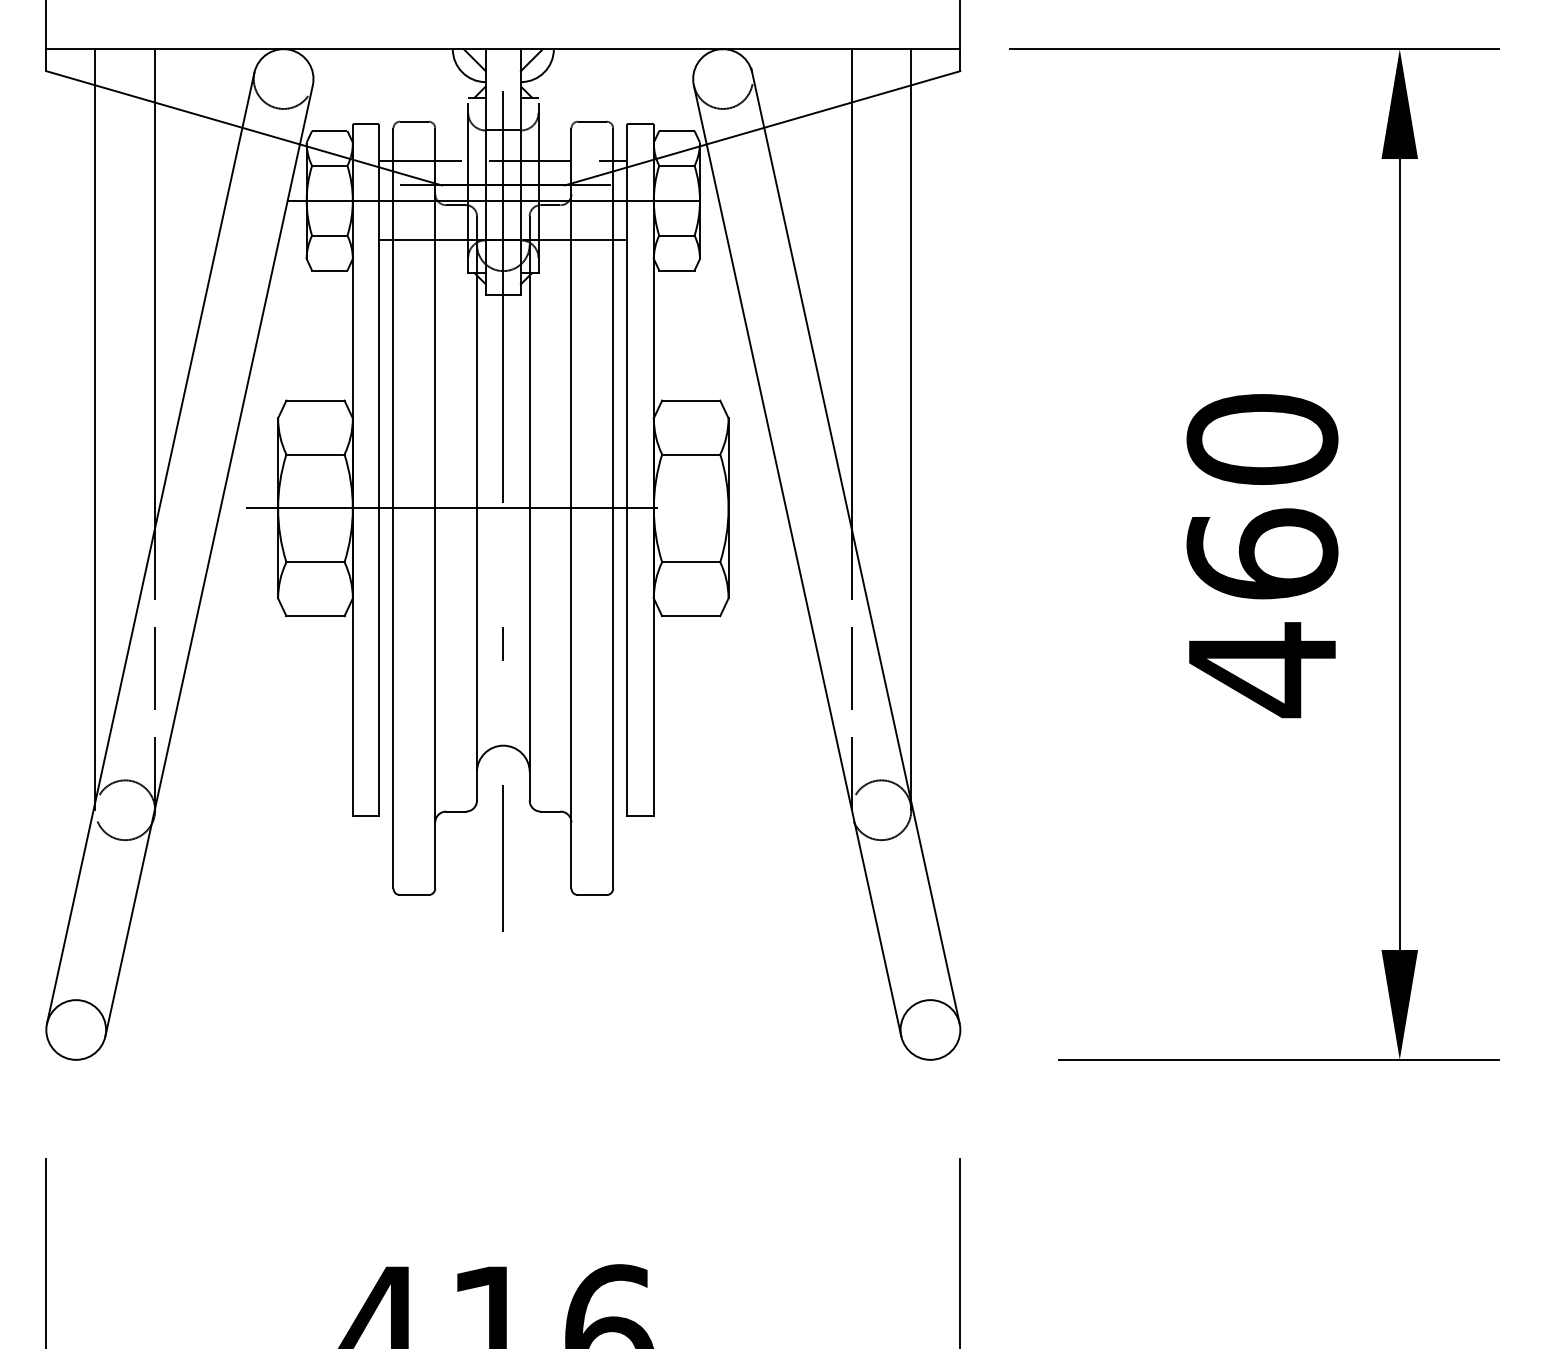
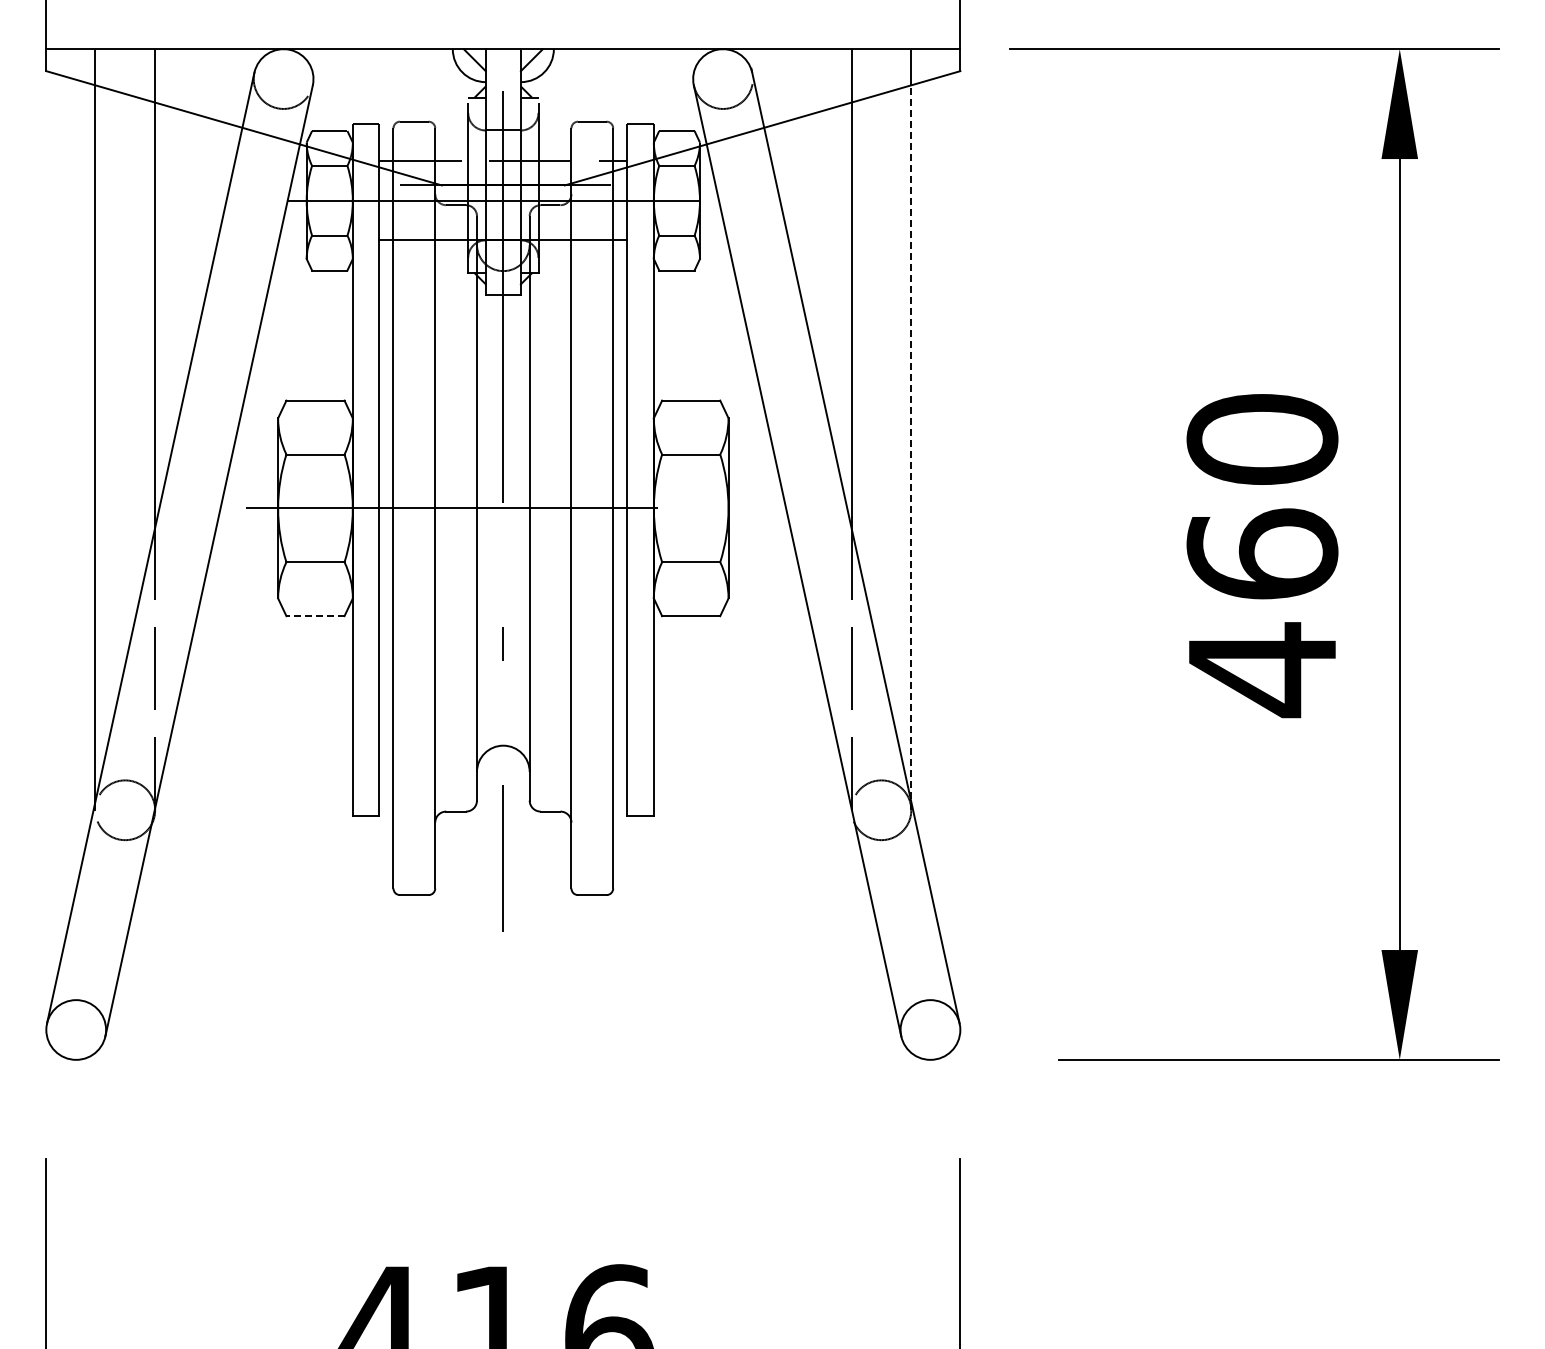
line at (911, 447): solid -> dashed
line at (315, 616): solid -> dashed
